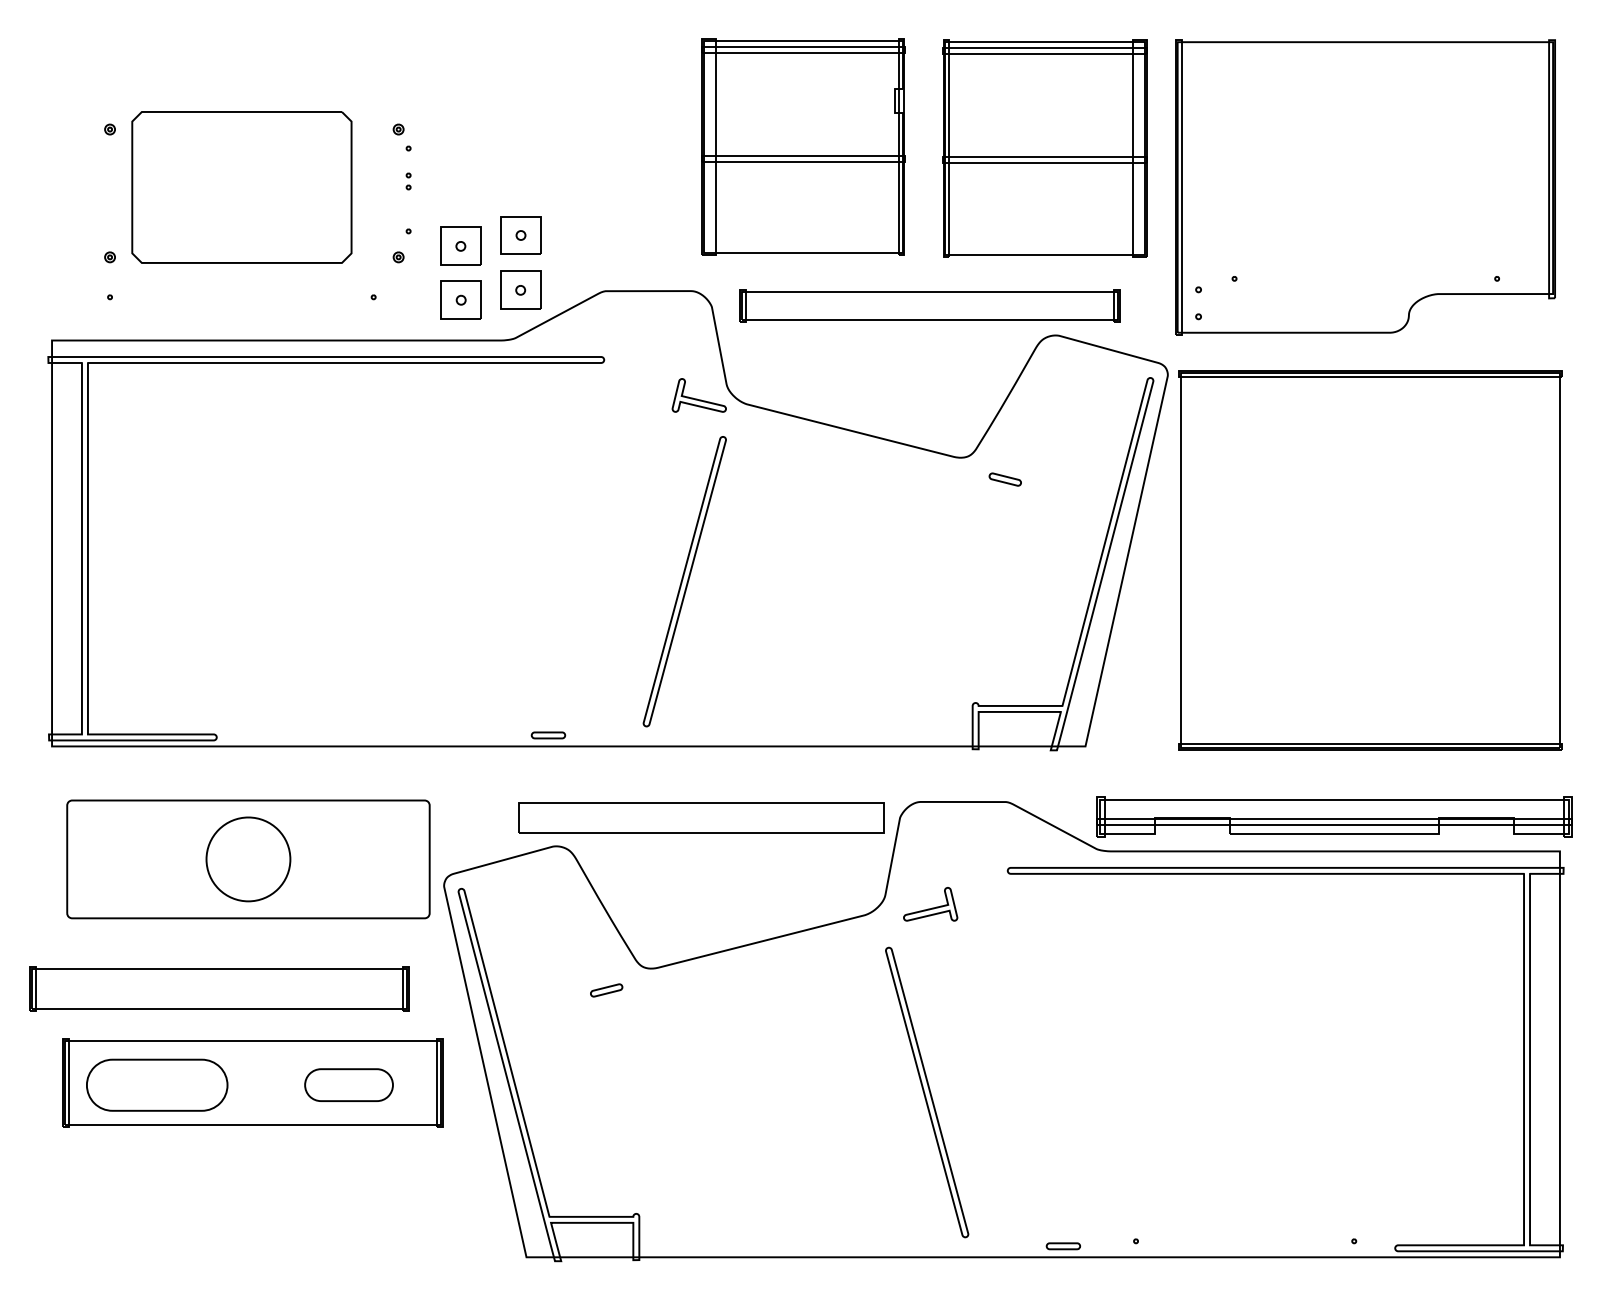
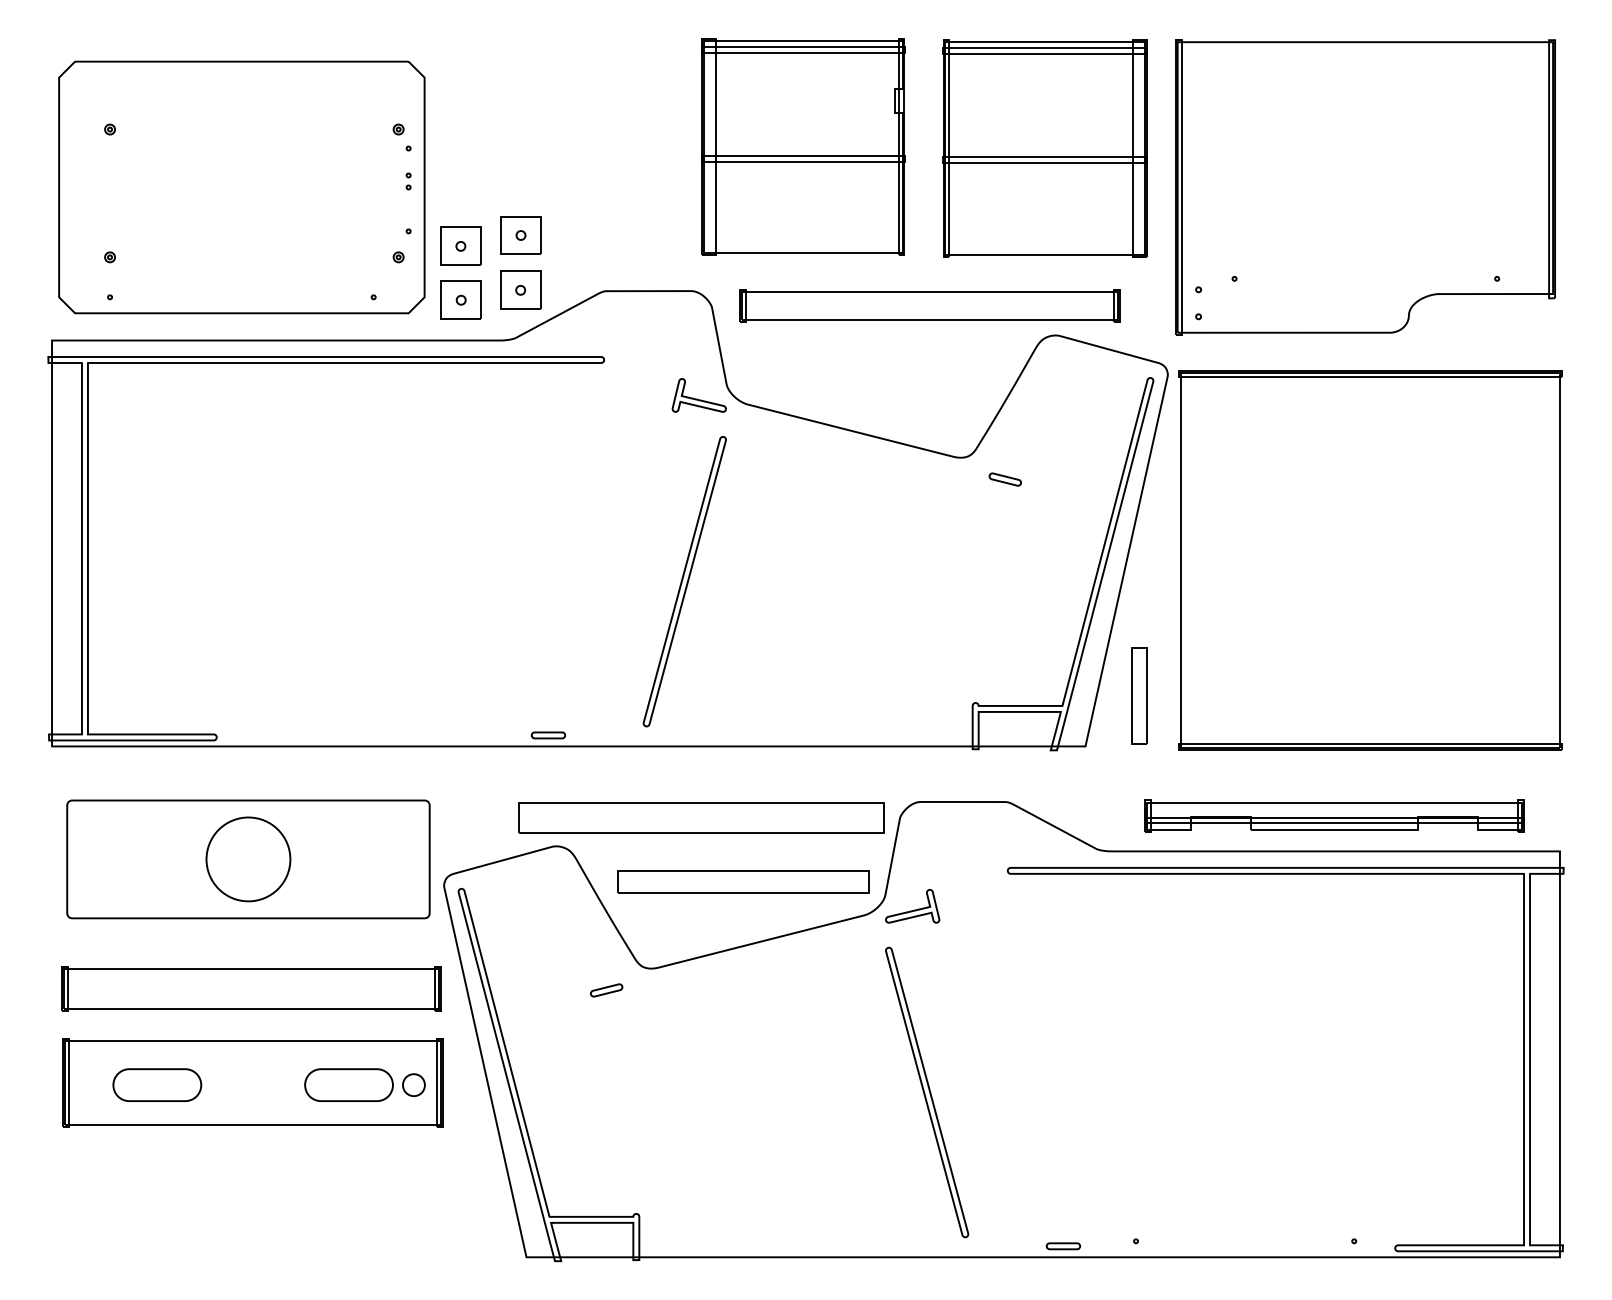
part at (241, 187) size: 222x153 px -> 368x255 px
part at (1139, 695): none -> present
part at (1334, 816) size: 477x42 px -> 381x34 px
part at (743, 881): none -> present
part at (930, 904) position: (930, 904) -> (912, 906)
part at (219, 988) position: (219, 988) -> (251, 988)
part at (157, 1084) size: 143x54 px -> 91x34 px
part at (413, 1084): none -> present
